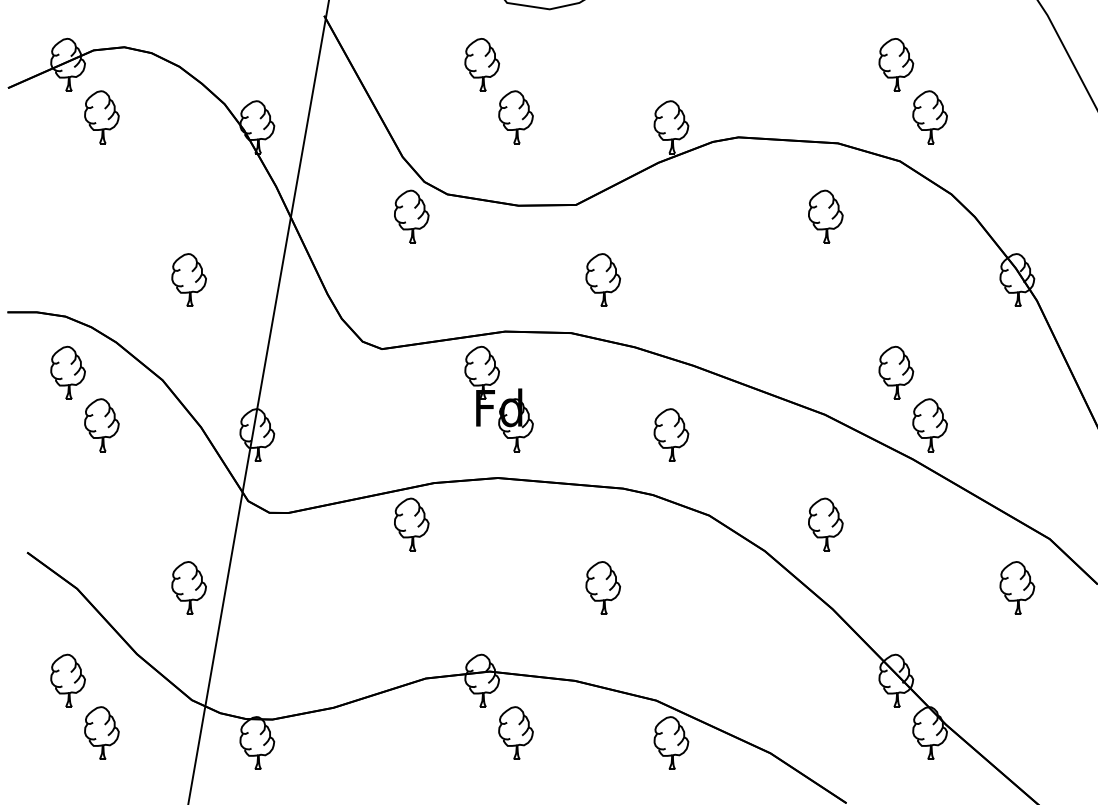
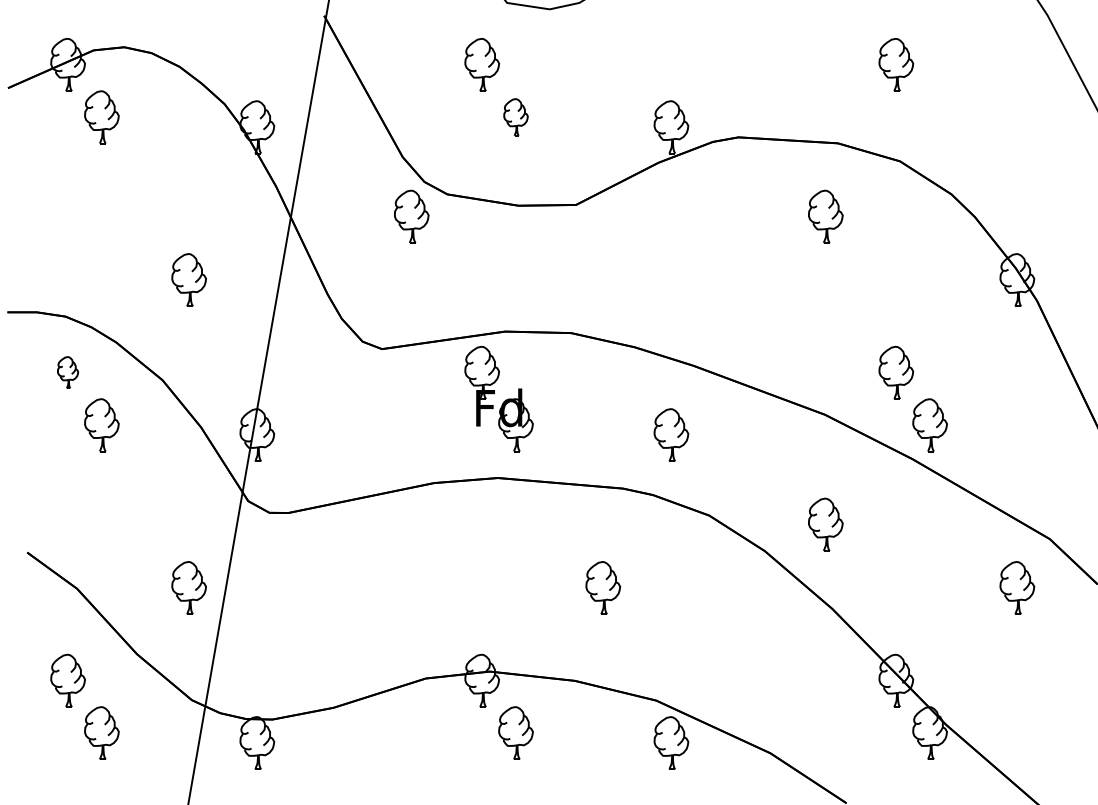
part at (515, 117) size: 36x55 px -> 26x39 px
part at (929, 117): present -> none
part at (602, 279): present -> none
part at (67, 372) size: 36x55 px -> 23x33 px
part at (411, 524): present -> none
